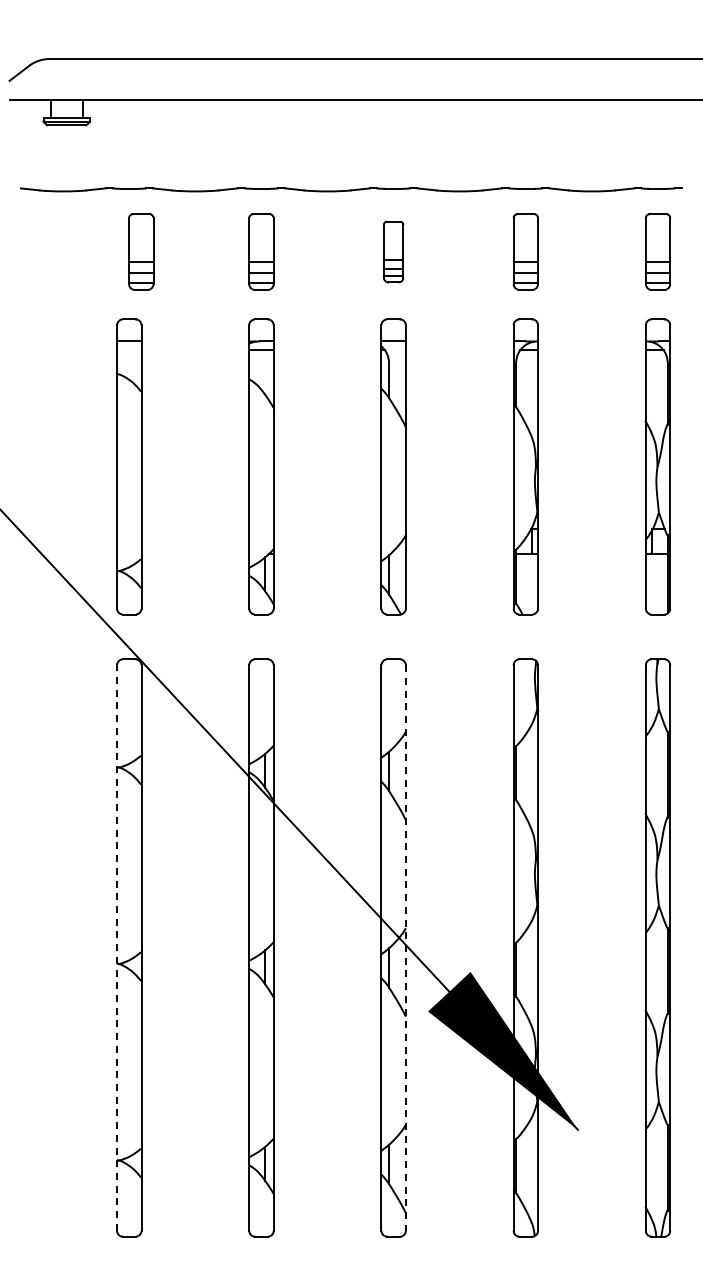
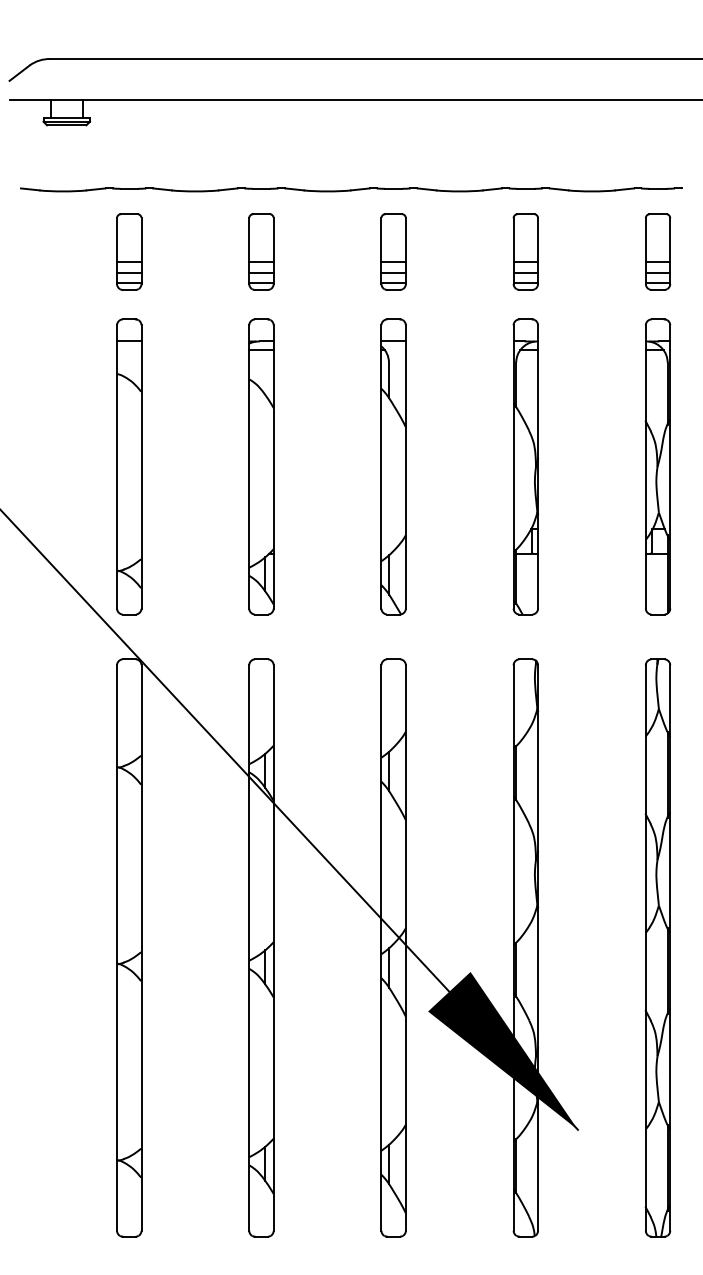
part at (141, 251) position: (141, 251) -> (129, 251)
part at (393, 251) size: 22x64 px -> 27x78 px
line at (117, 948): dashed -> solid
line at (405, 948): dashed -> solid
